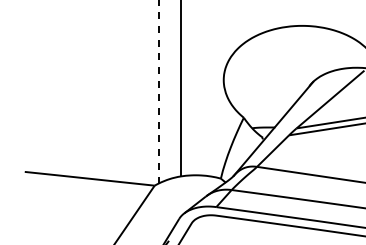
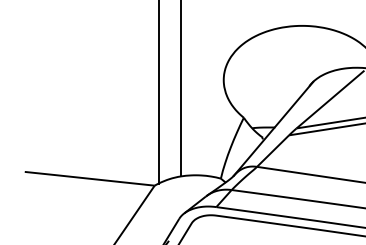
line at (158, 91): dashed -> solid
